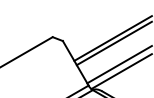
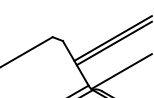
line at (118, 65): present -> none
